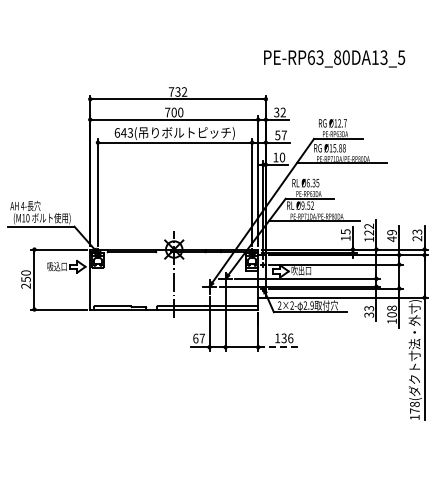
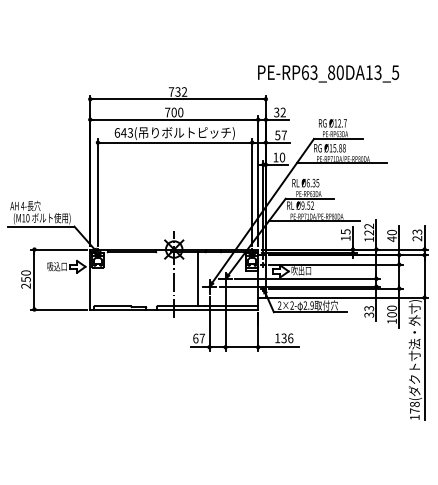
text at (334, 58) position: (334, 58) -> (328, 73)
text at (391, 232): 49 -> 40
line at (198, 279): none -> present
text at (392, 307): 108 -> 100
line at (278, 347): dashed -> solid
